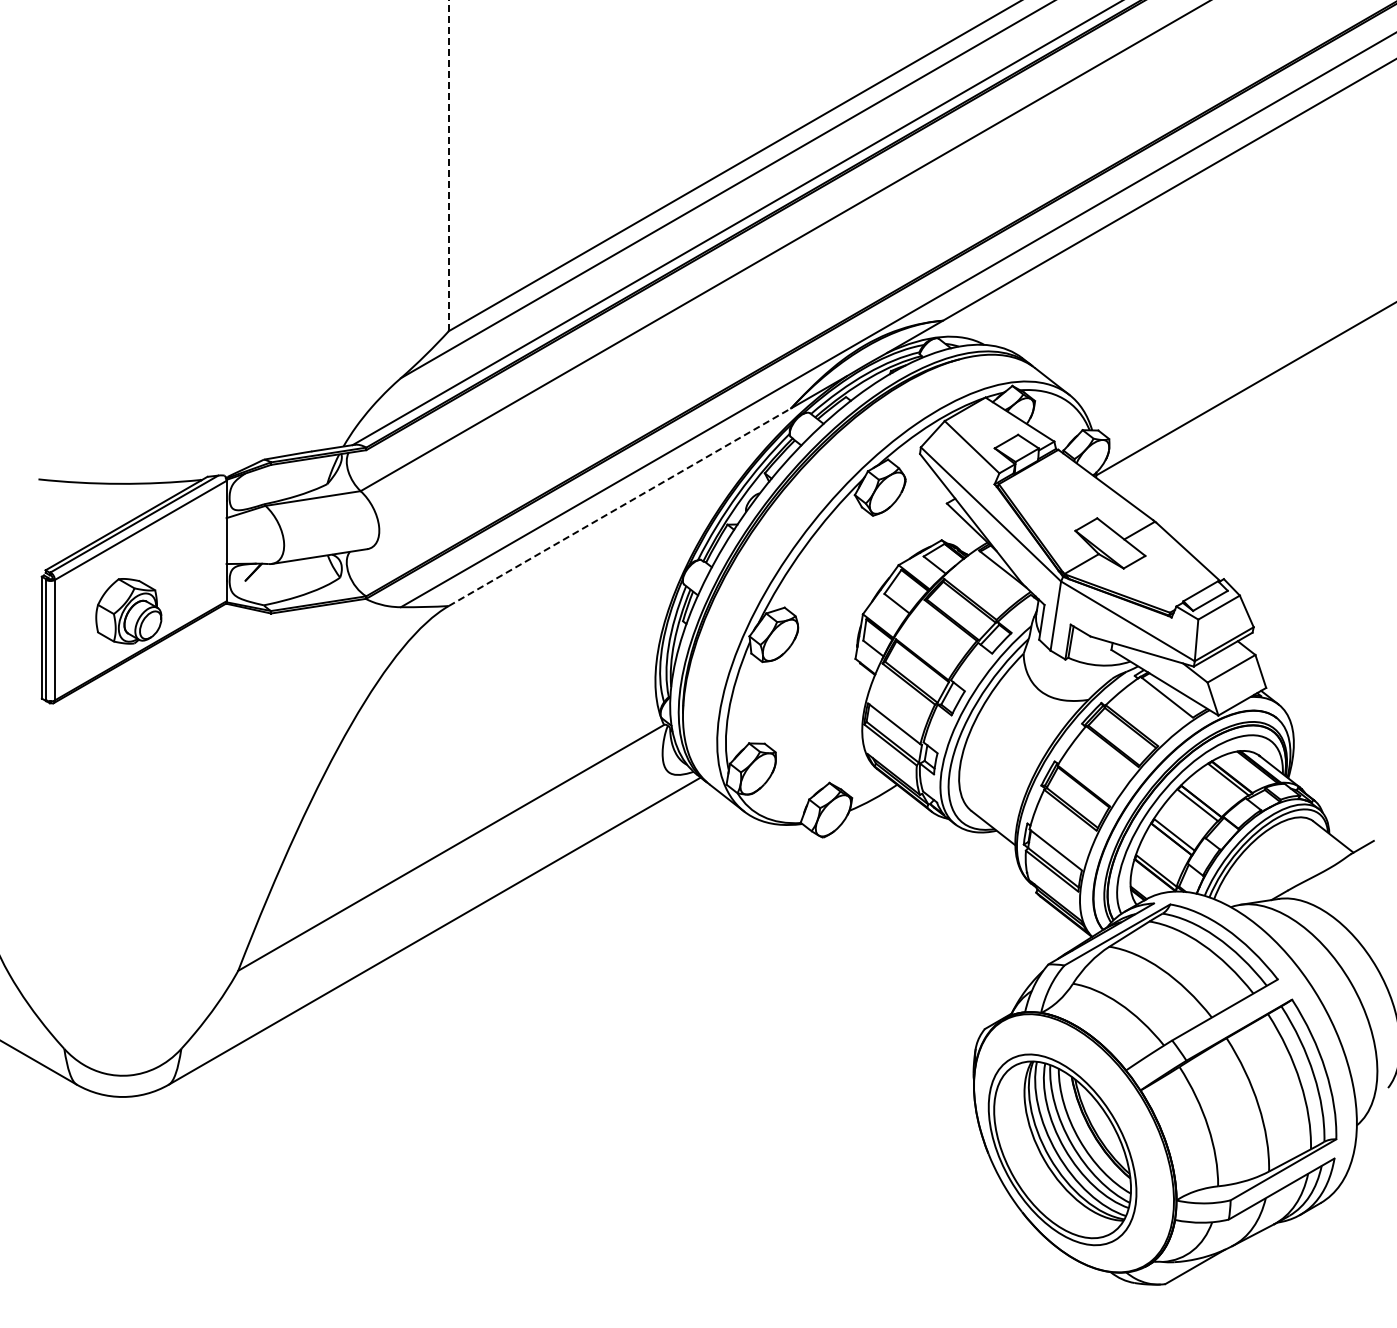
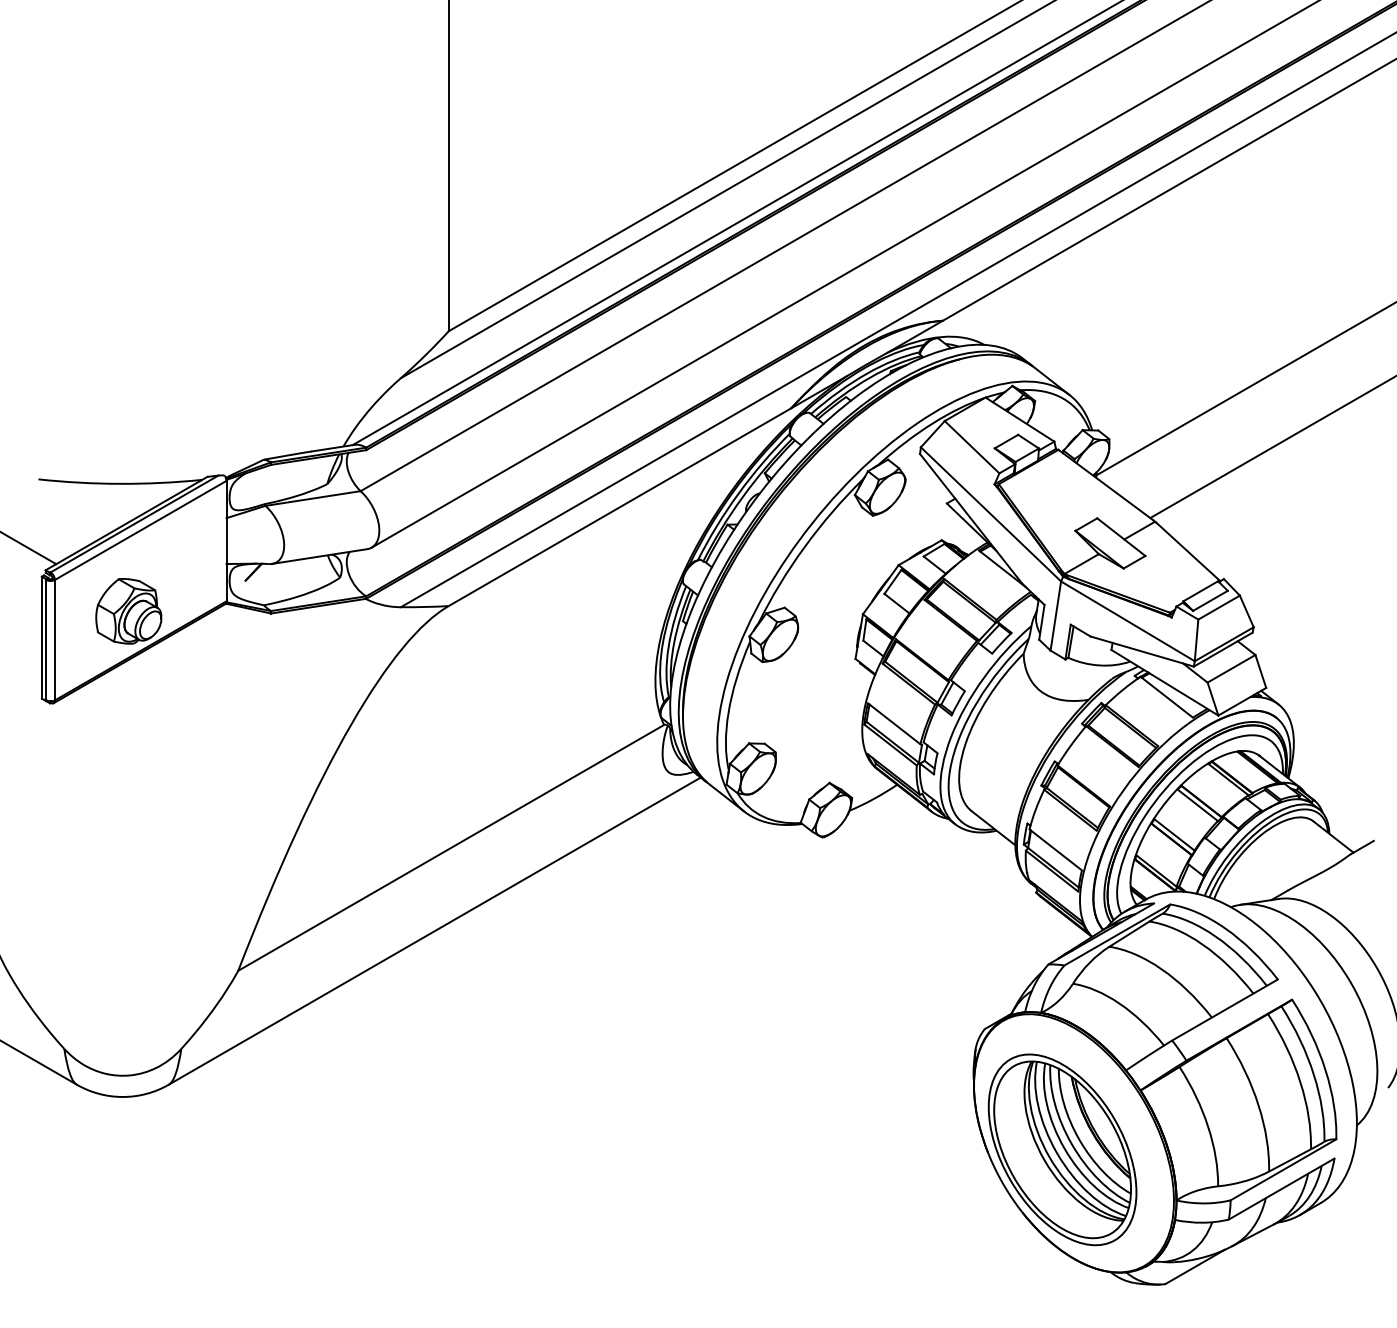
line at (448, 165): dashed -> solid
line at (843, 274): none -> present
line at (1271, 447): none -> present
line at (619, 507): dashed -> solid
line at (29, 548): none -> present
